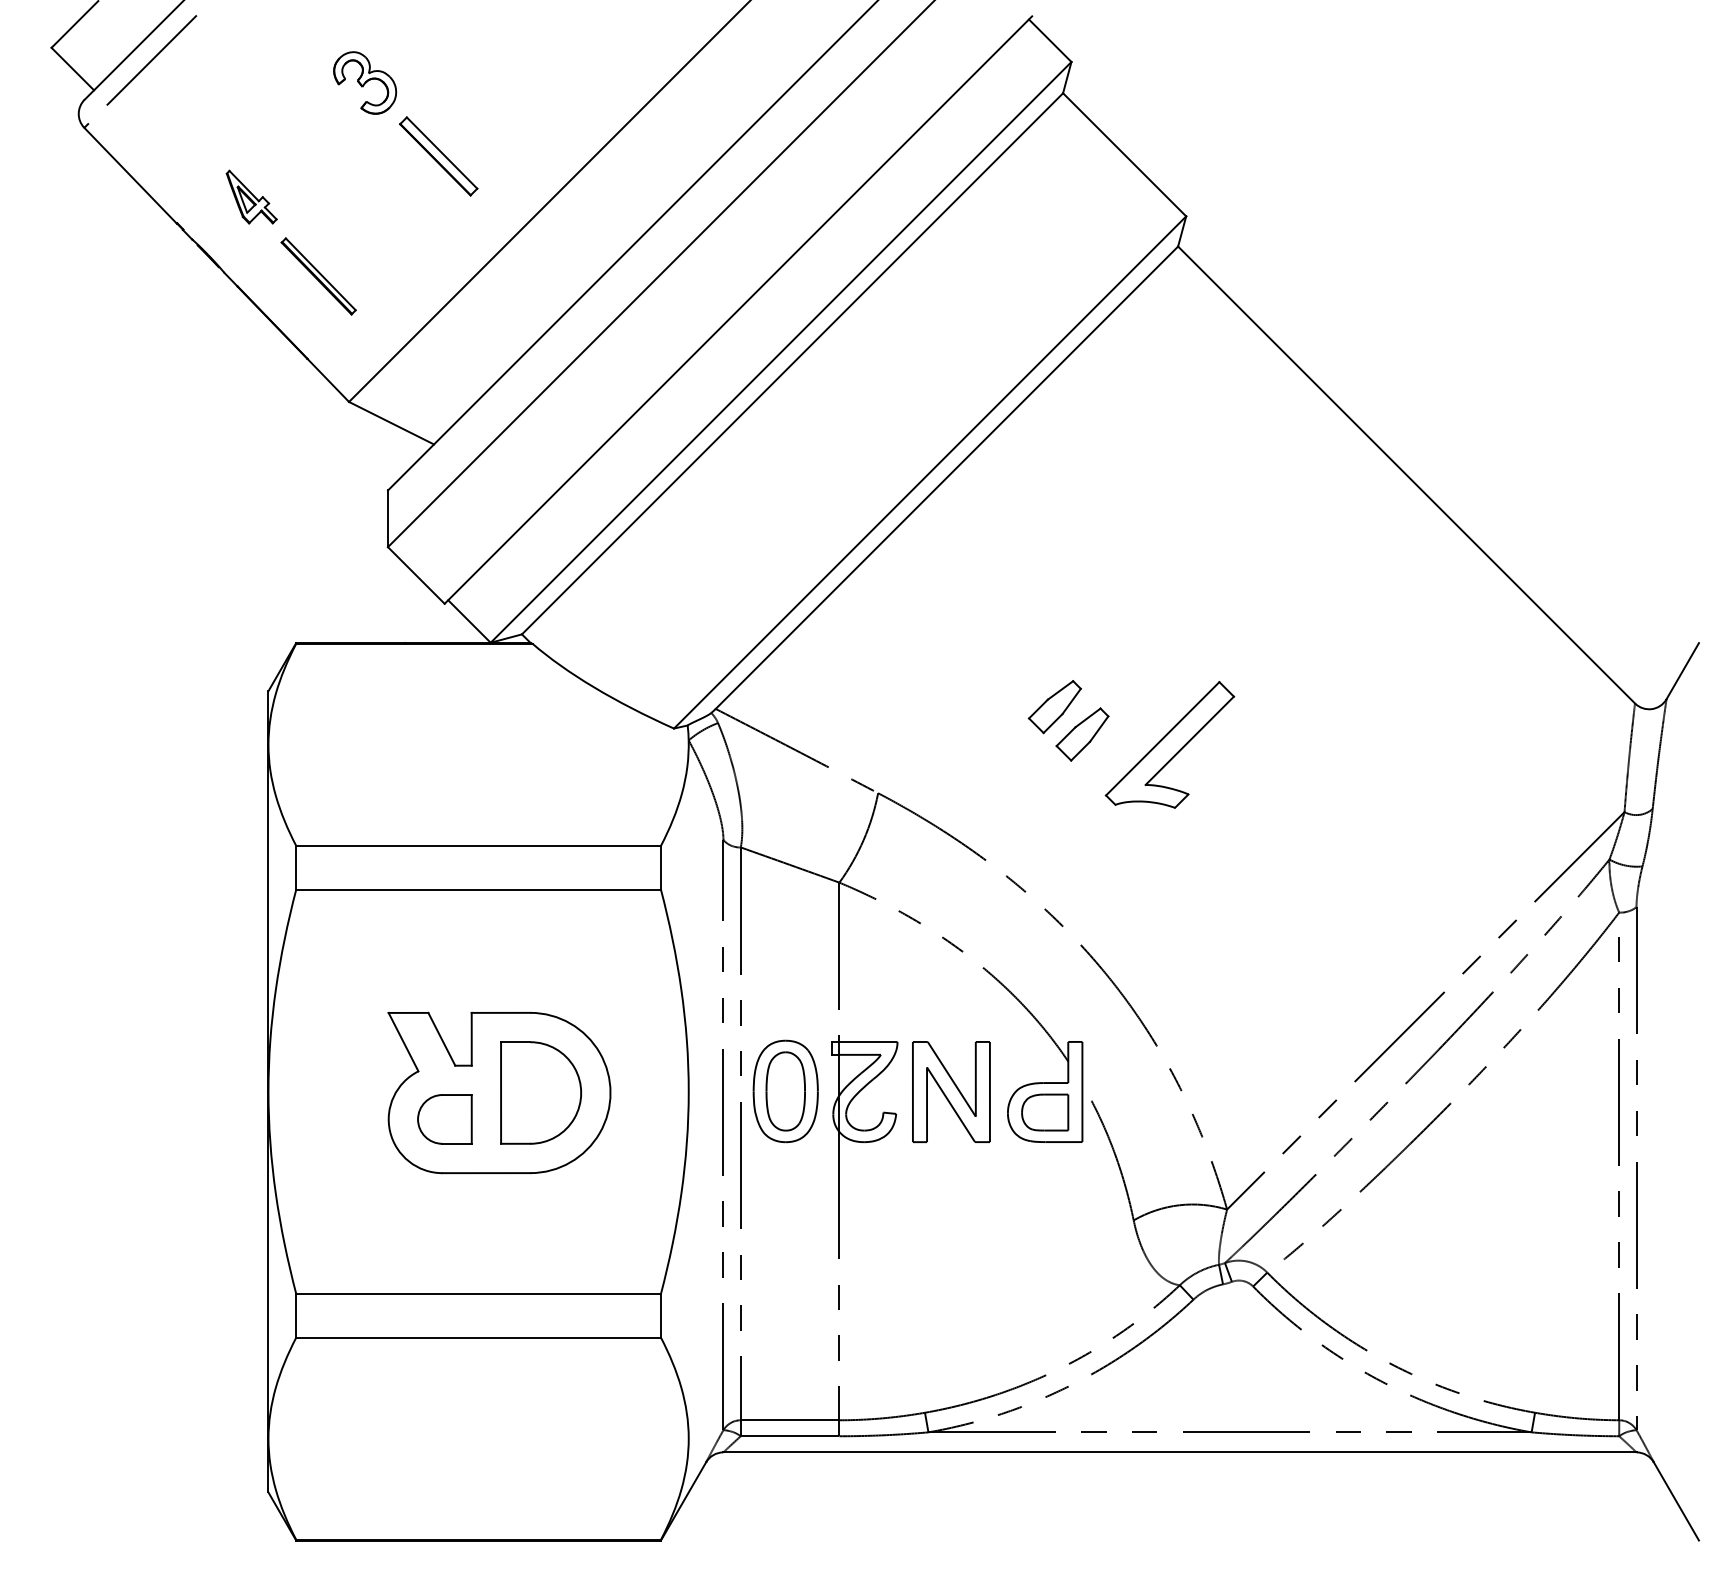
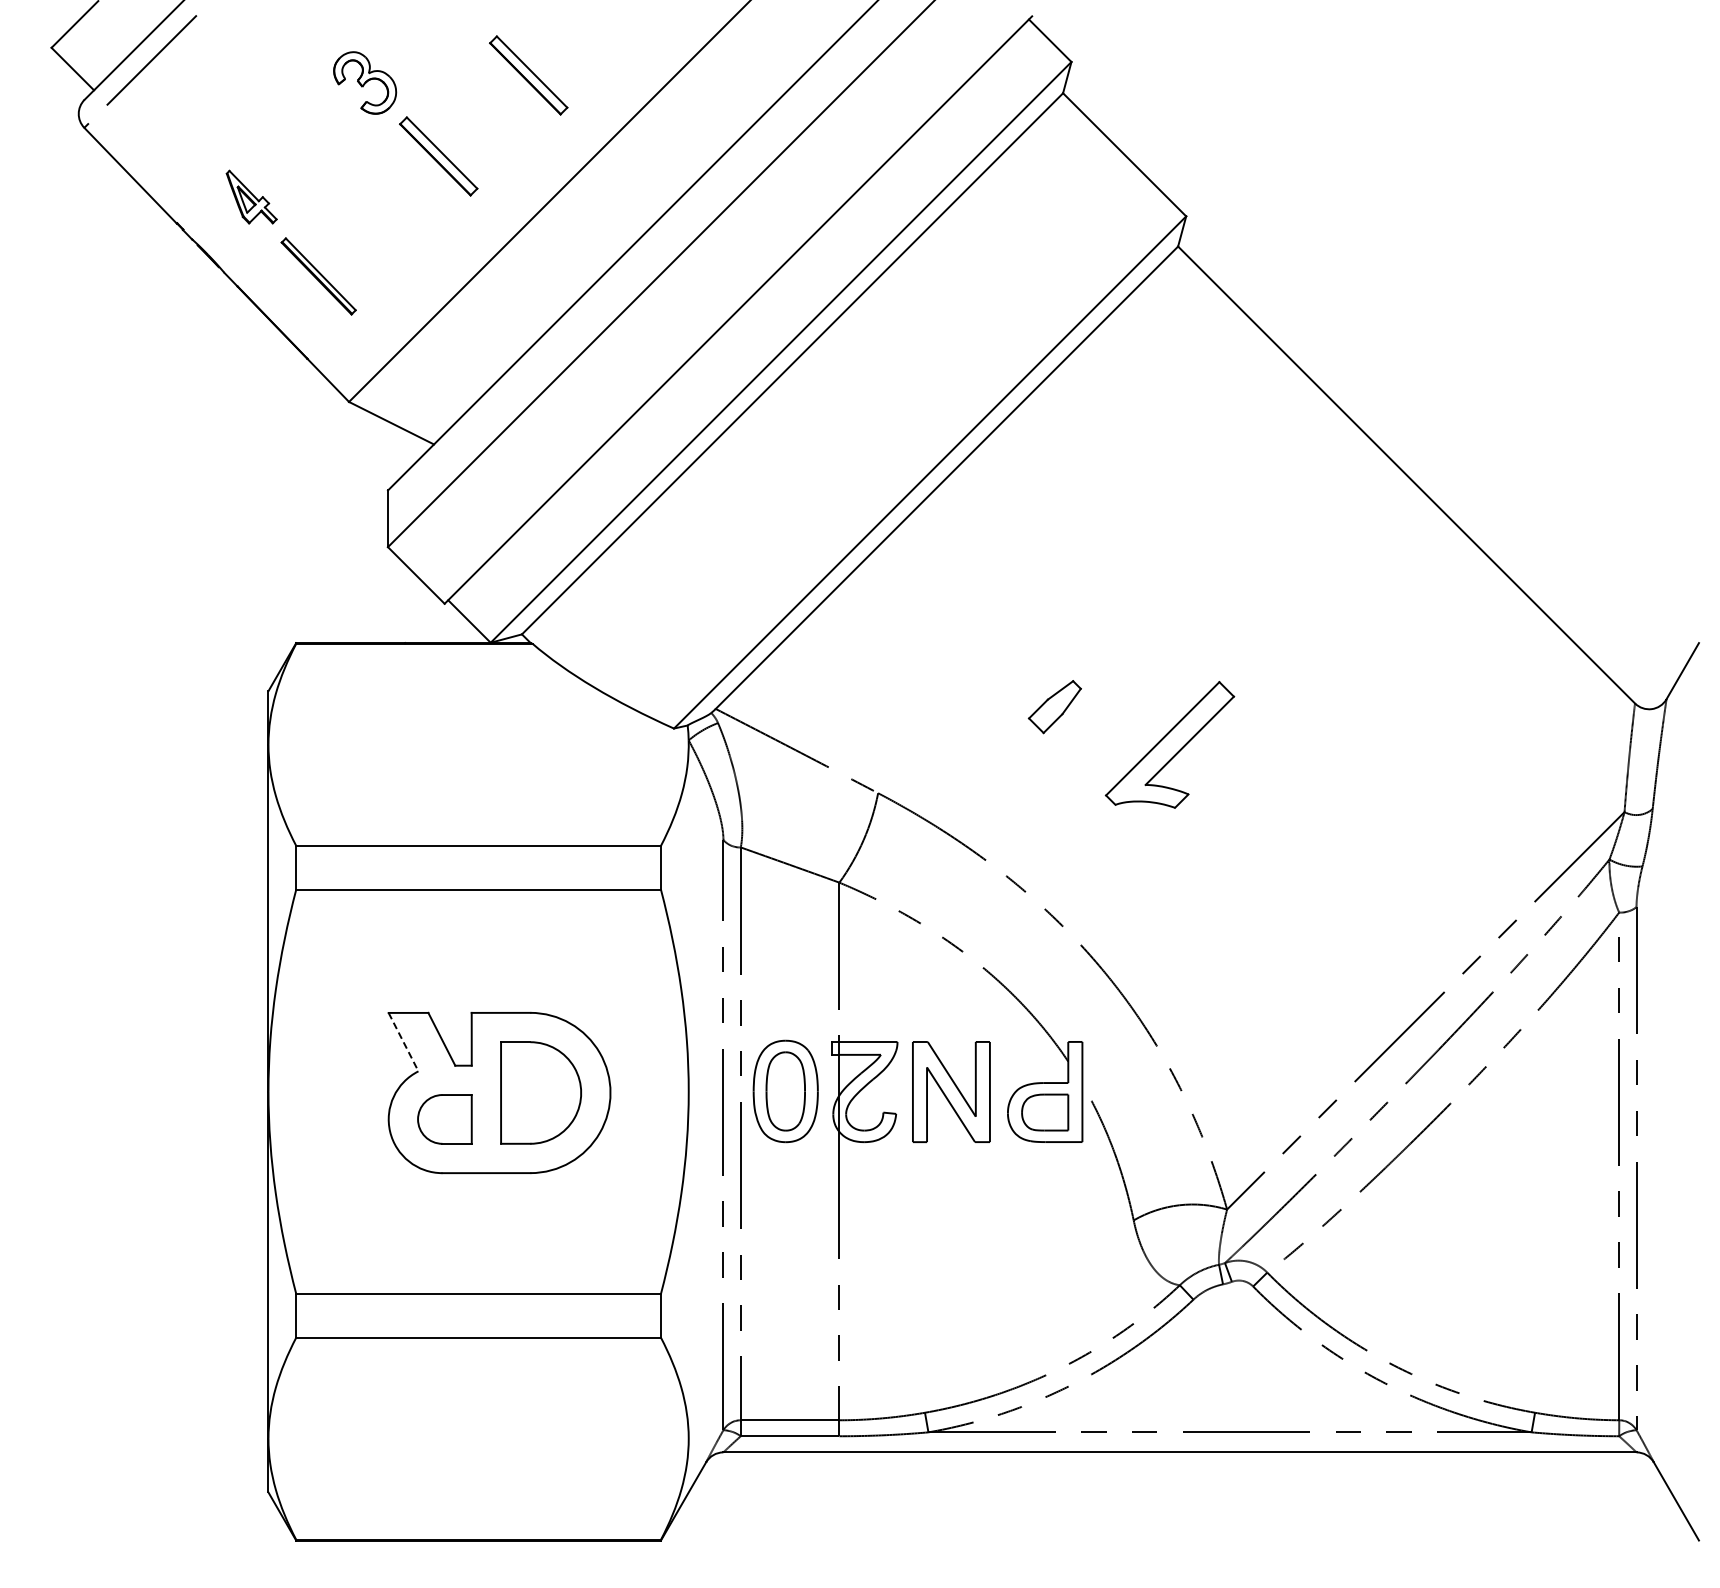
part at (528, 75): none -> present
part at (1082, 734): present -> none
line at (403, 1042): solid -> dashed
